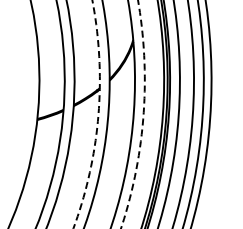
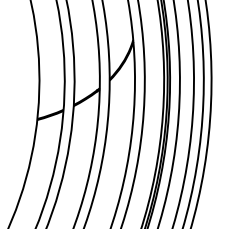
arc at (143, 114): dashed -> solid
arc at (98, 117): dashed -> solid
